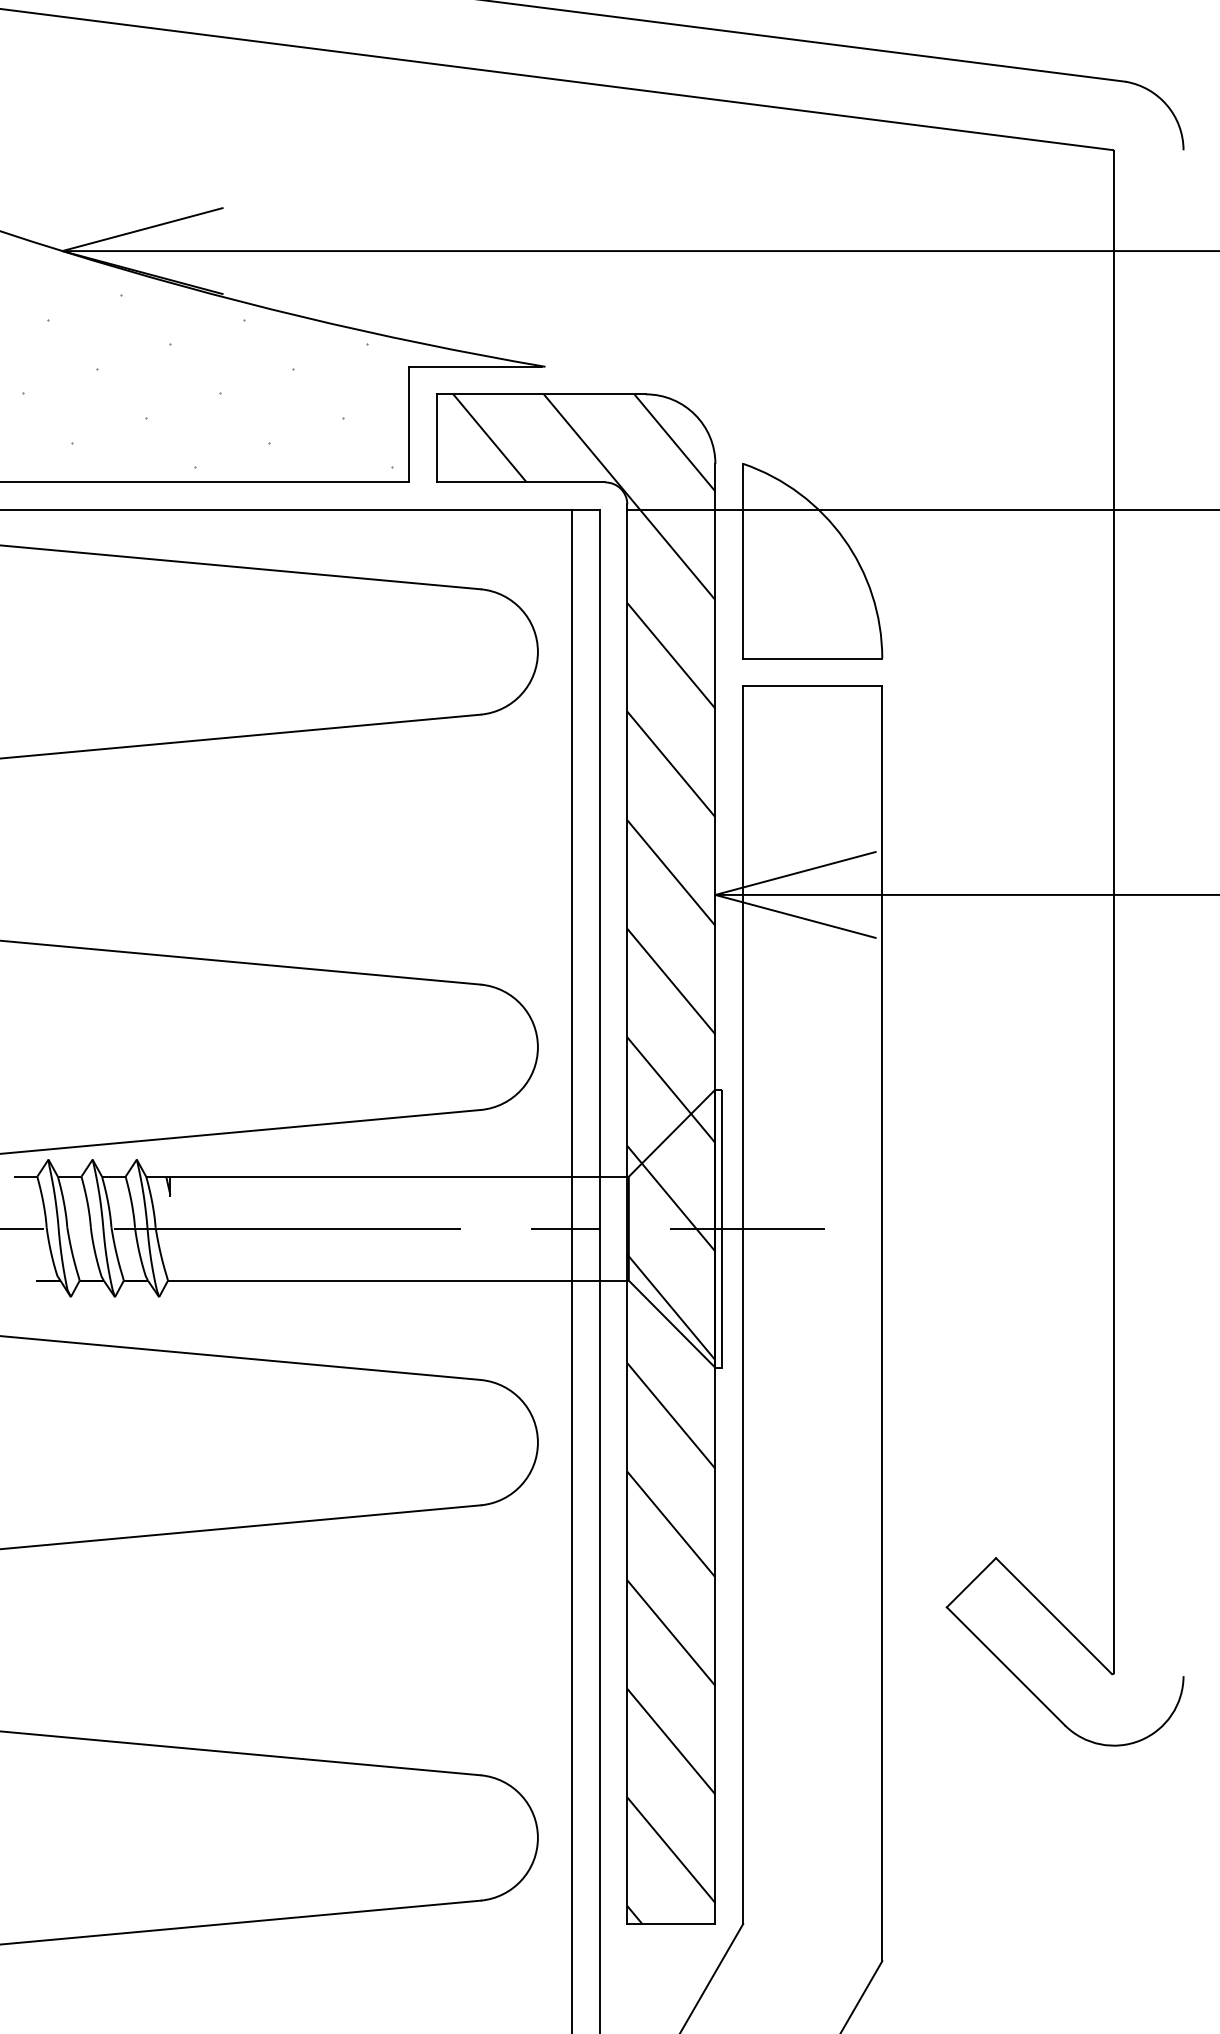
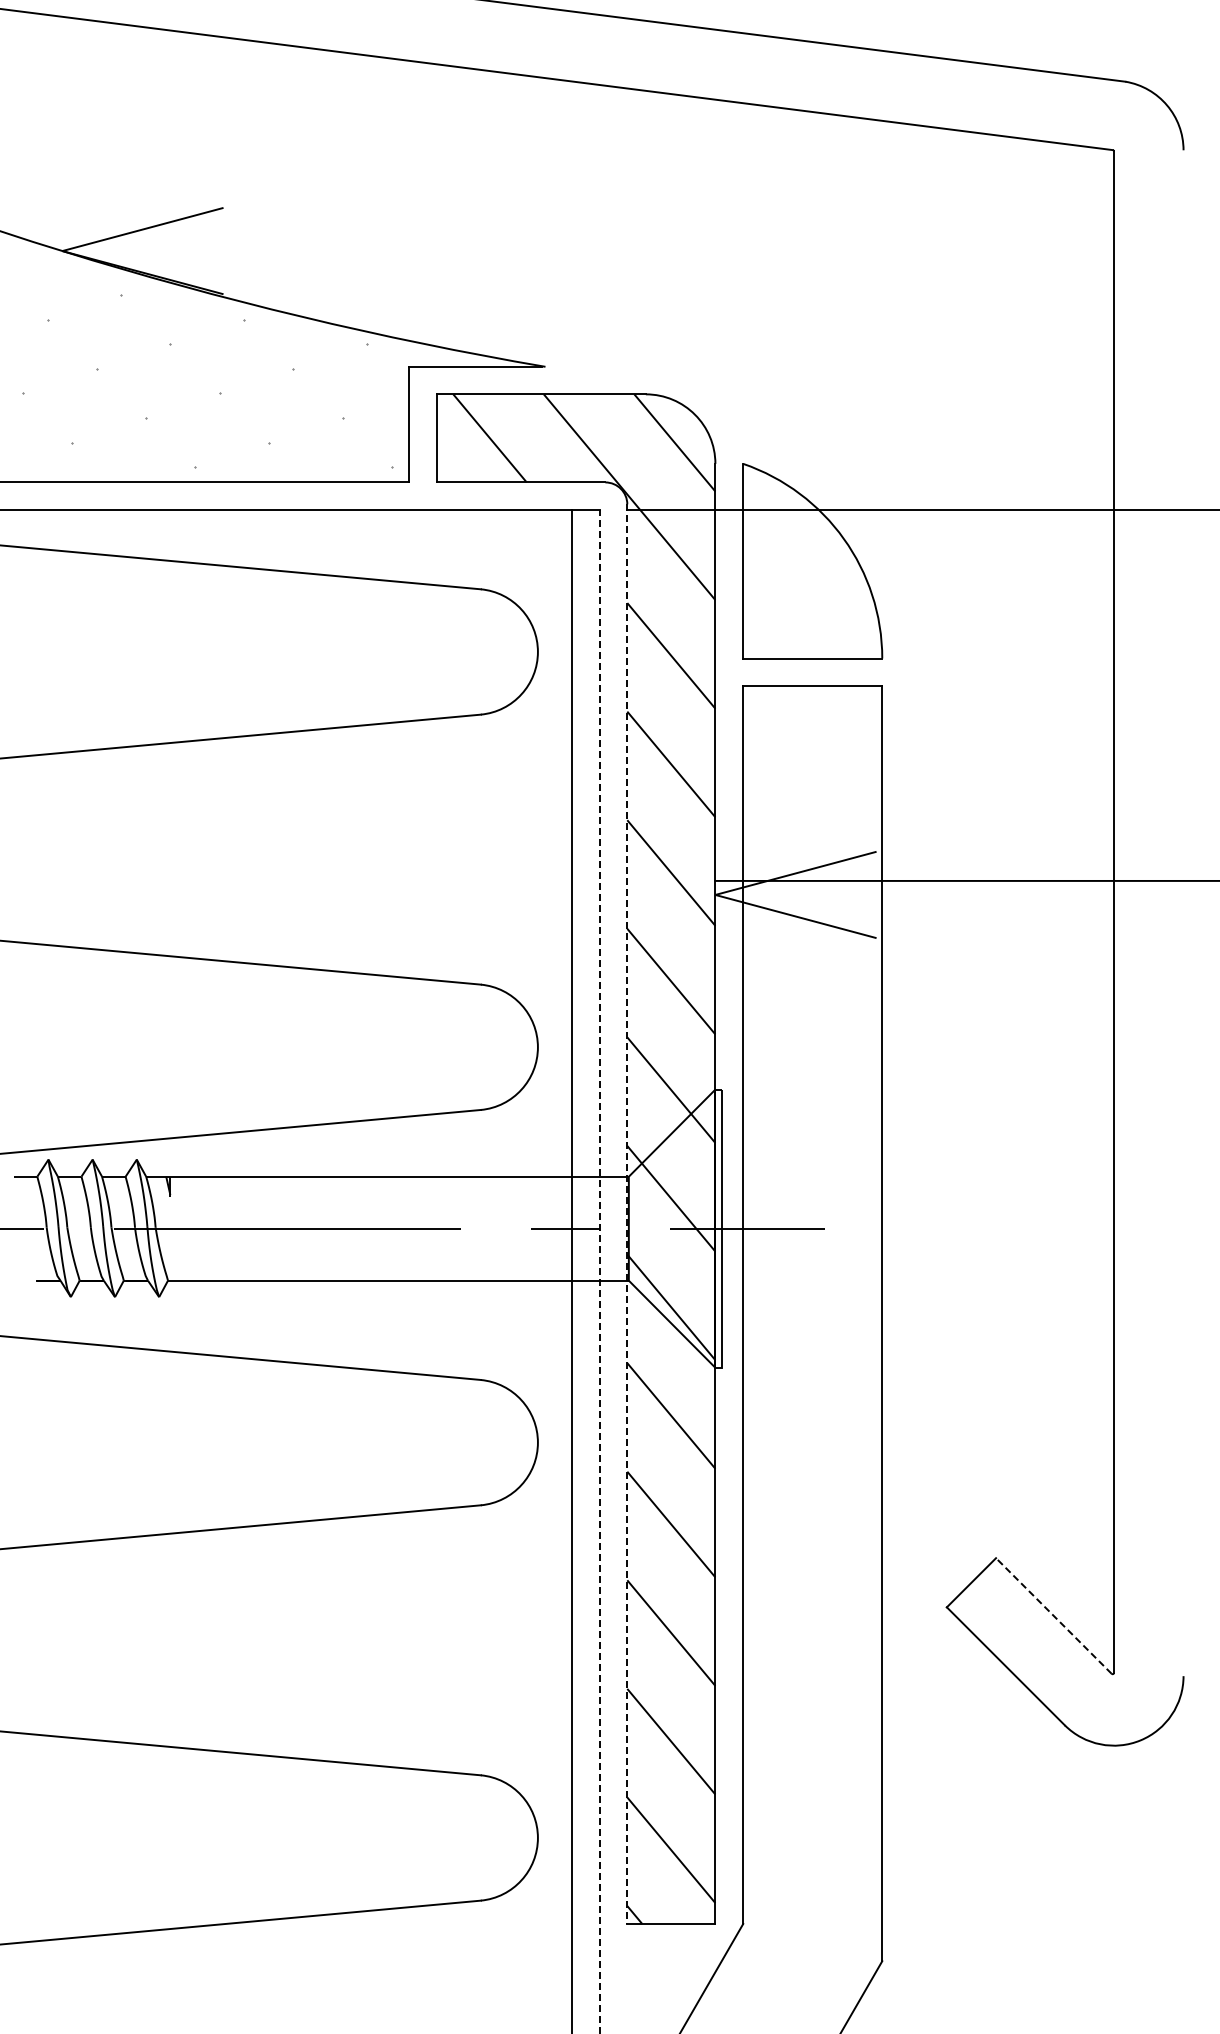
line at (639, 251): present -> none
line at (965, 894) position: (965, 894) -> (965, 880)
line at (627, 1214): solid -> dashed
line at (599, 1271): solid -> dashed
line at (1053, 1615): solid -> dashed
